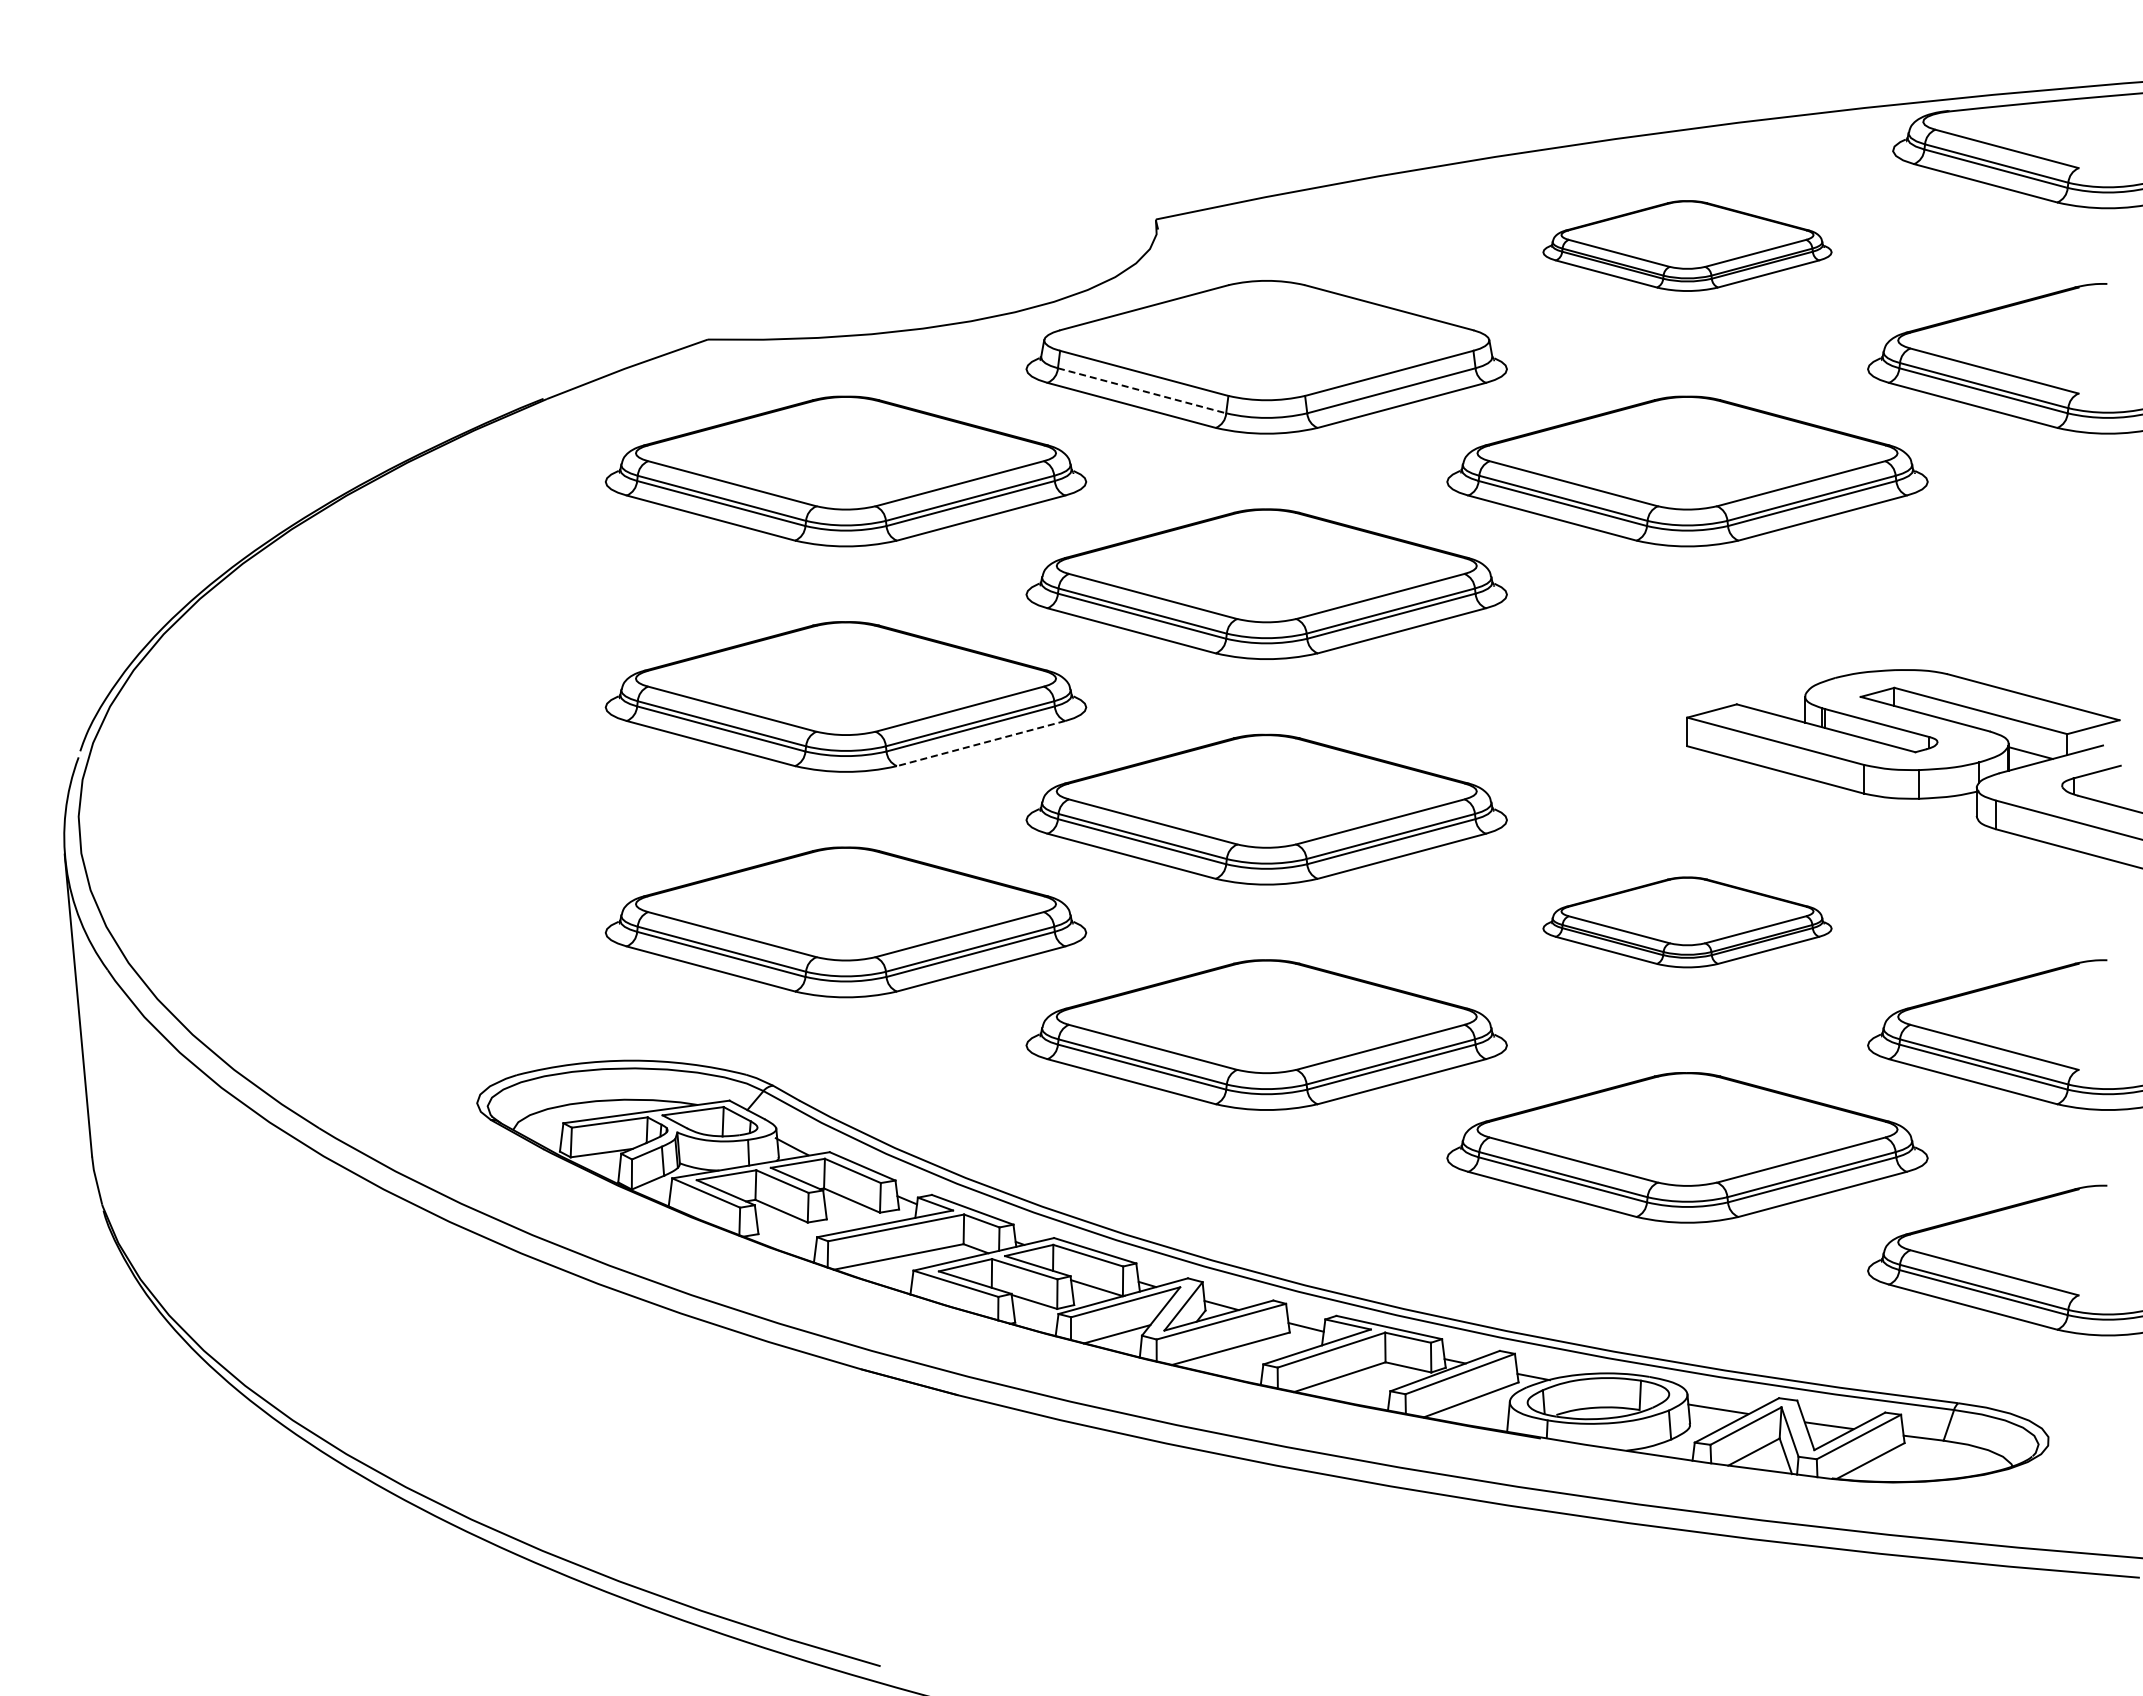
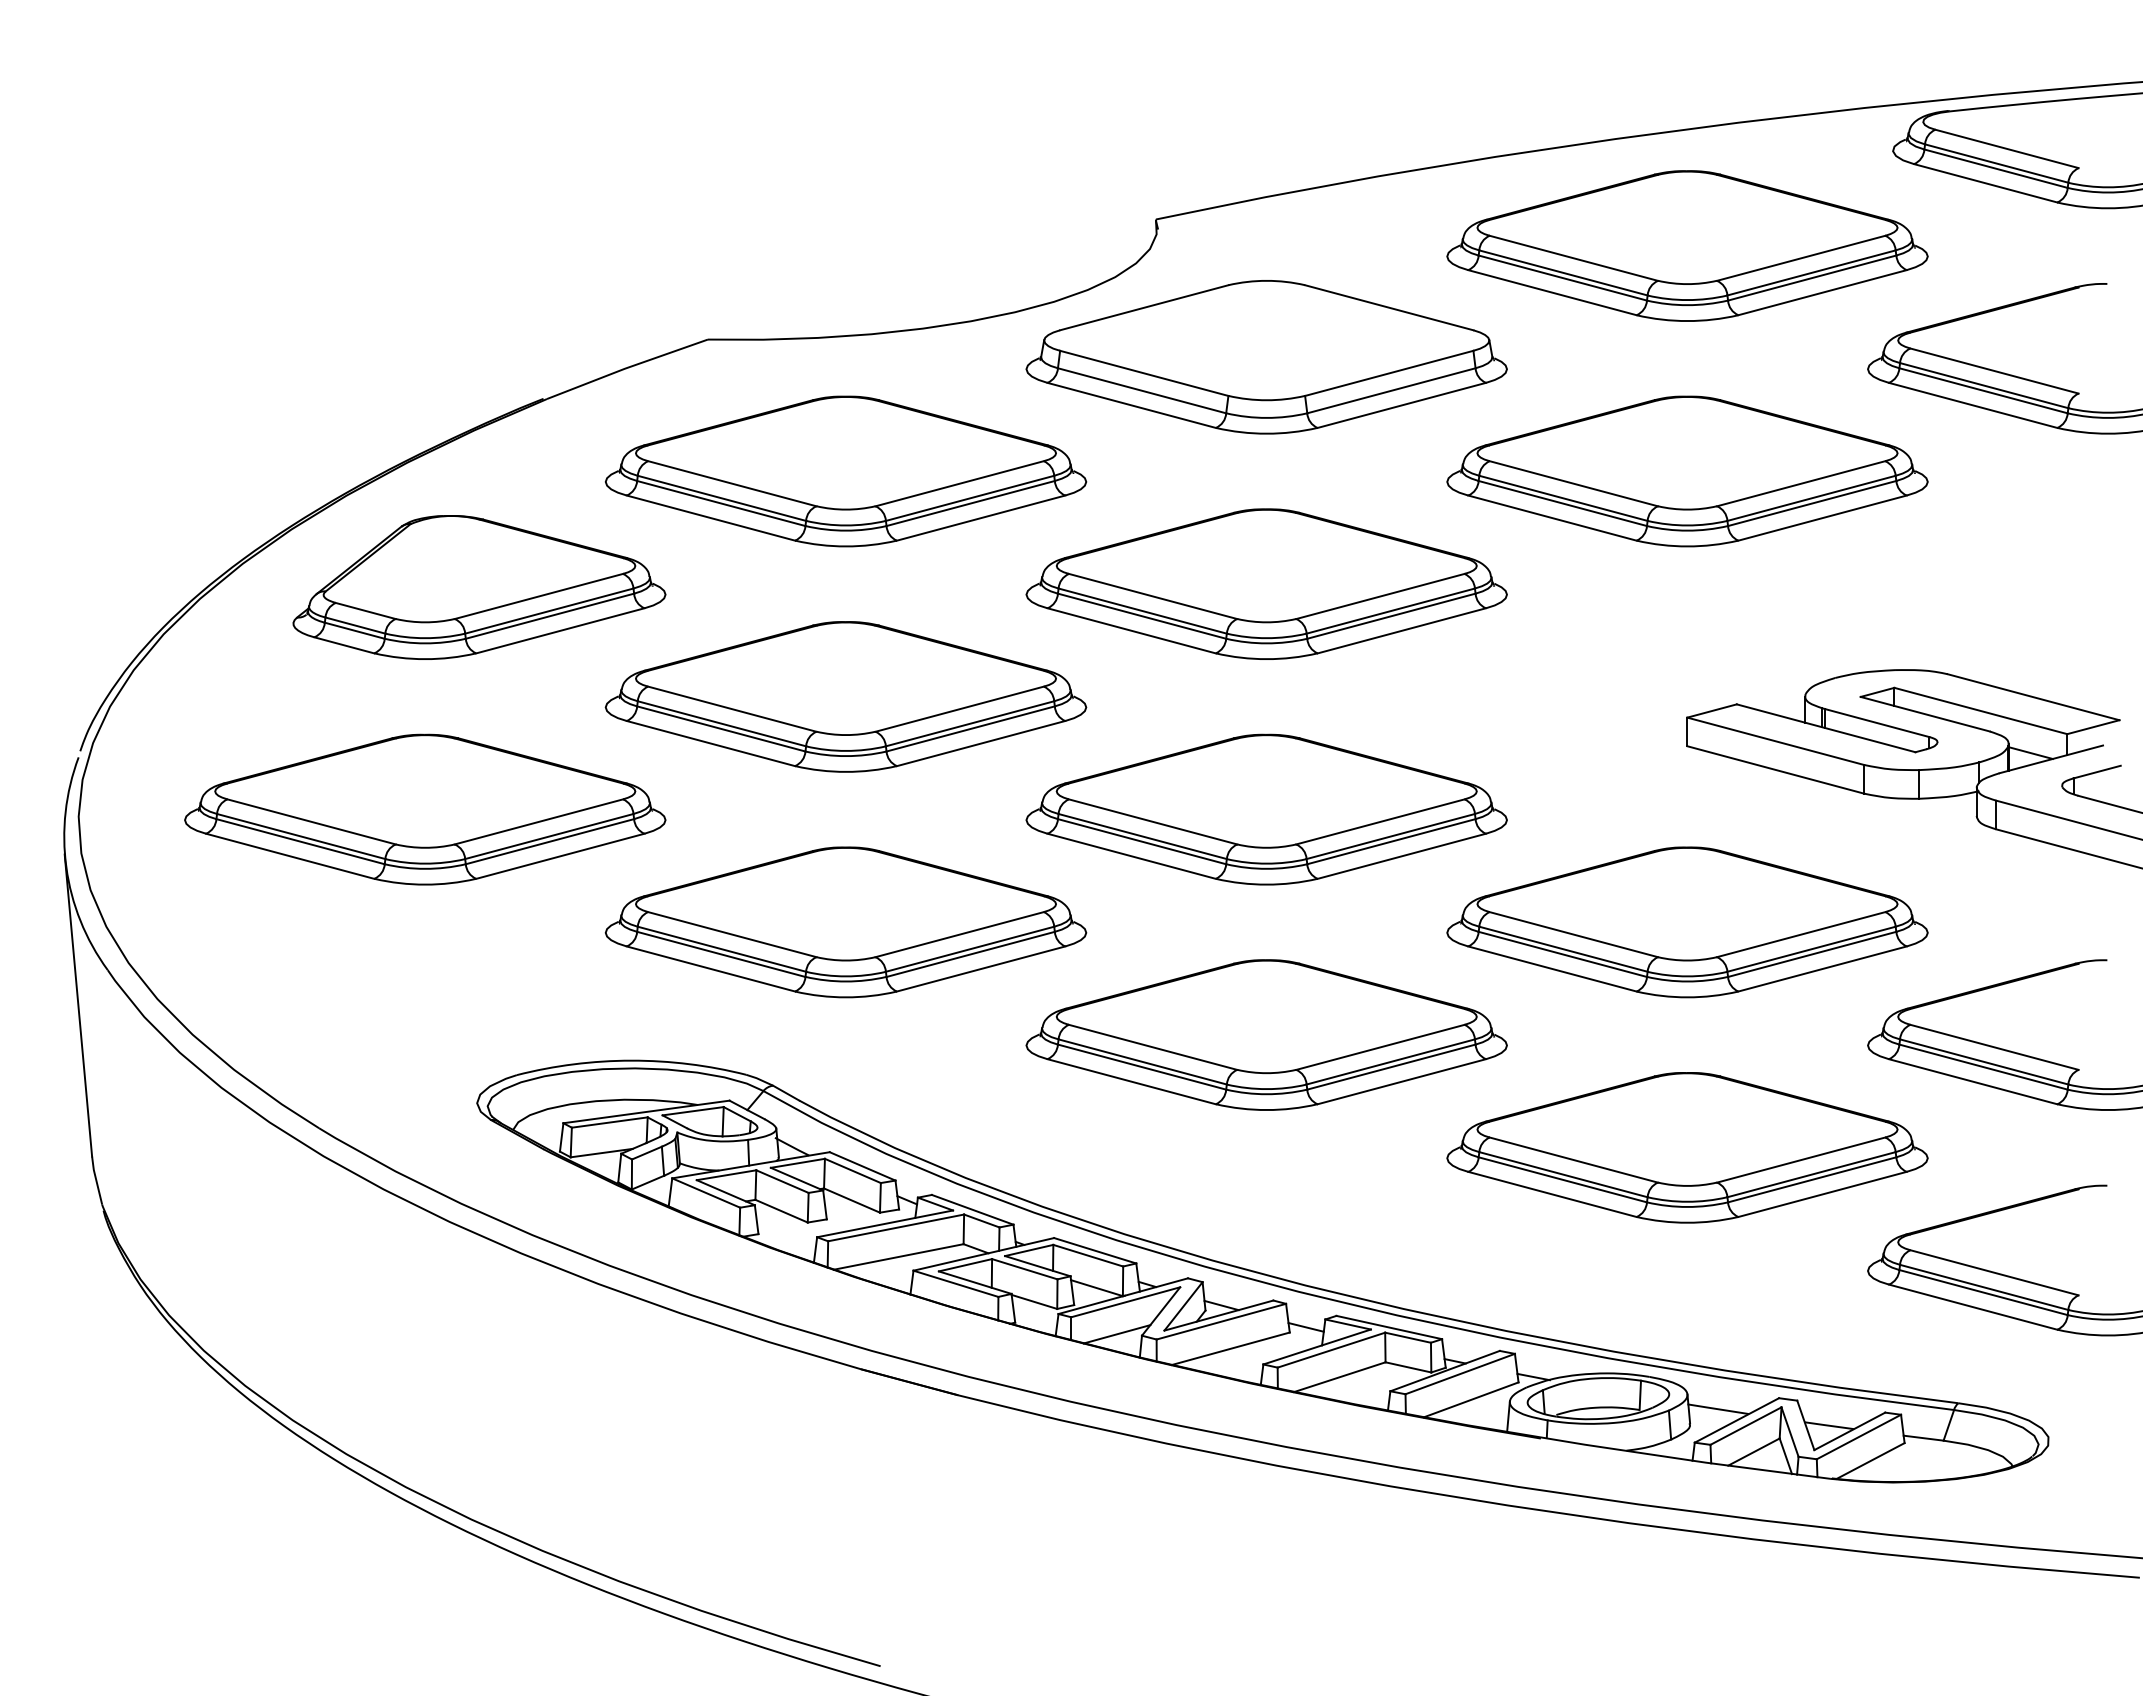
part at (1687, 245) size: 291x92 px -> 483x152 px
line at (1142, 390): dashed -> solid
part at (479, 587): none -> present
line at (980, 743): dashed -> solid
part at (425, 809): none -> present
part at (1687, 922) size: 291x93 px -> 483x153 px
